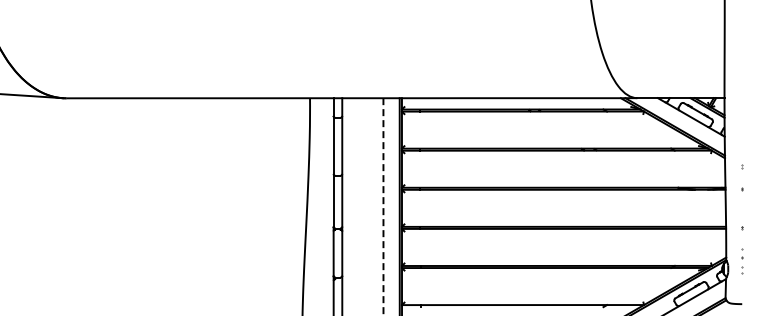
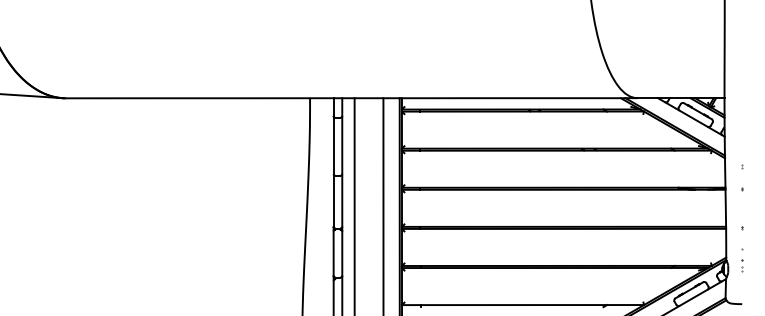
line at (354, 205): none -> present
line at (383, 206): dashed -> solid
part at (742, 265) size: 3x19 px -> 3x14 px
